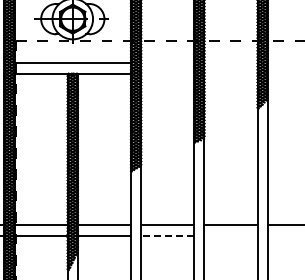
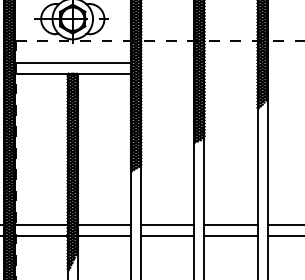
line at (167, 235): dashed -> solid
line at (230, 235): none -> present
line at (284, 235): none -> present
